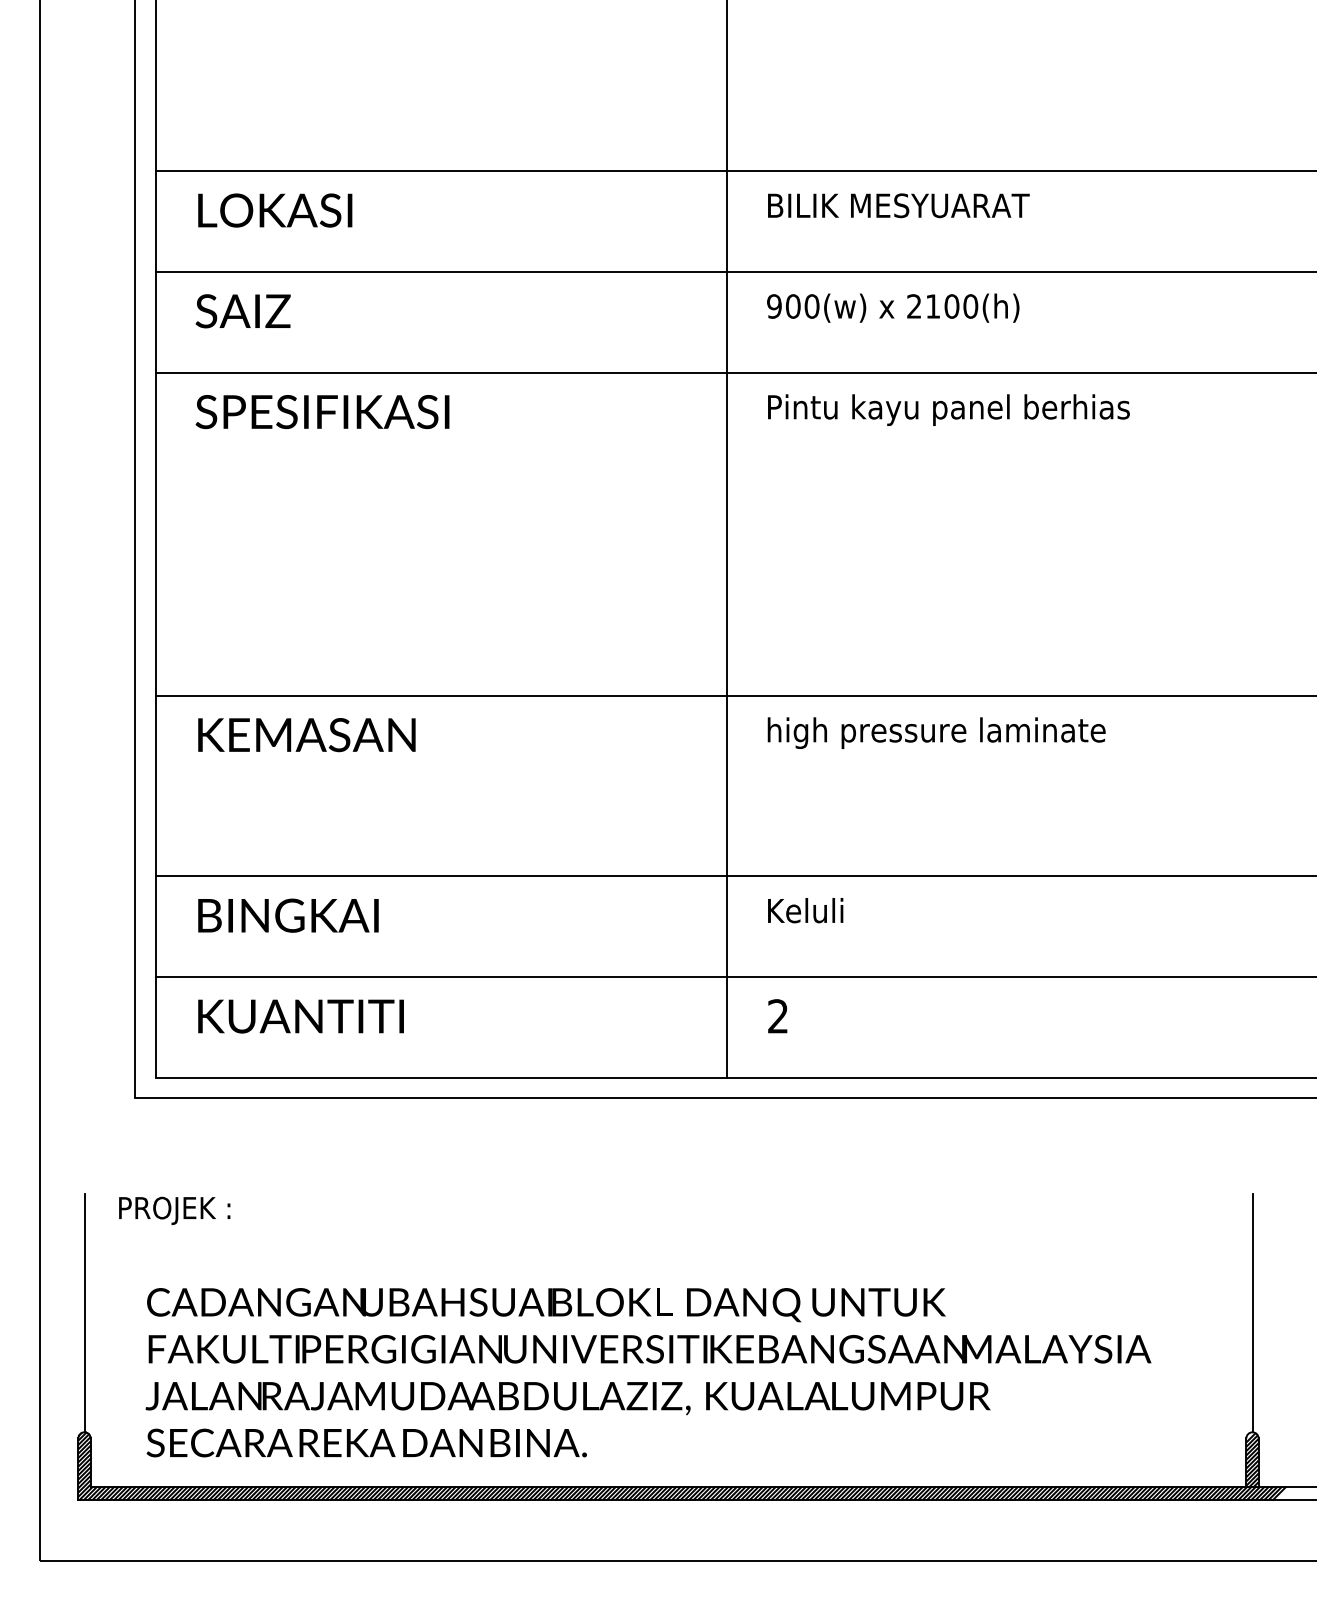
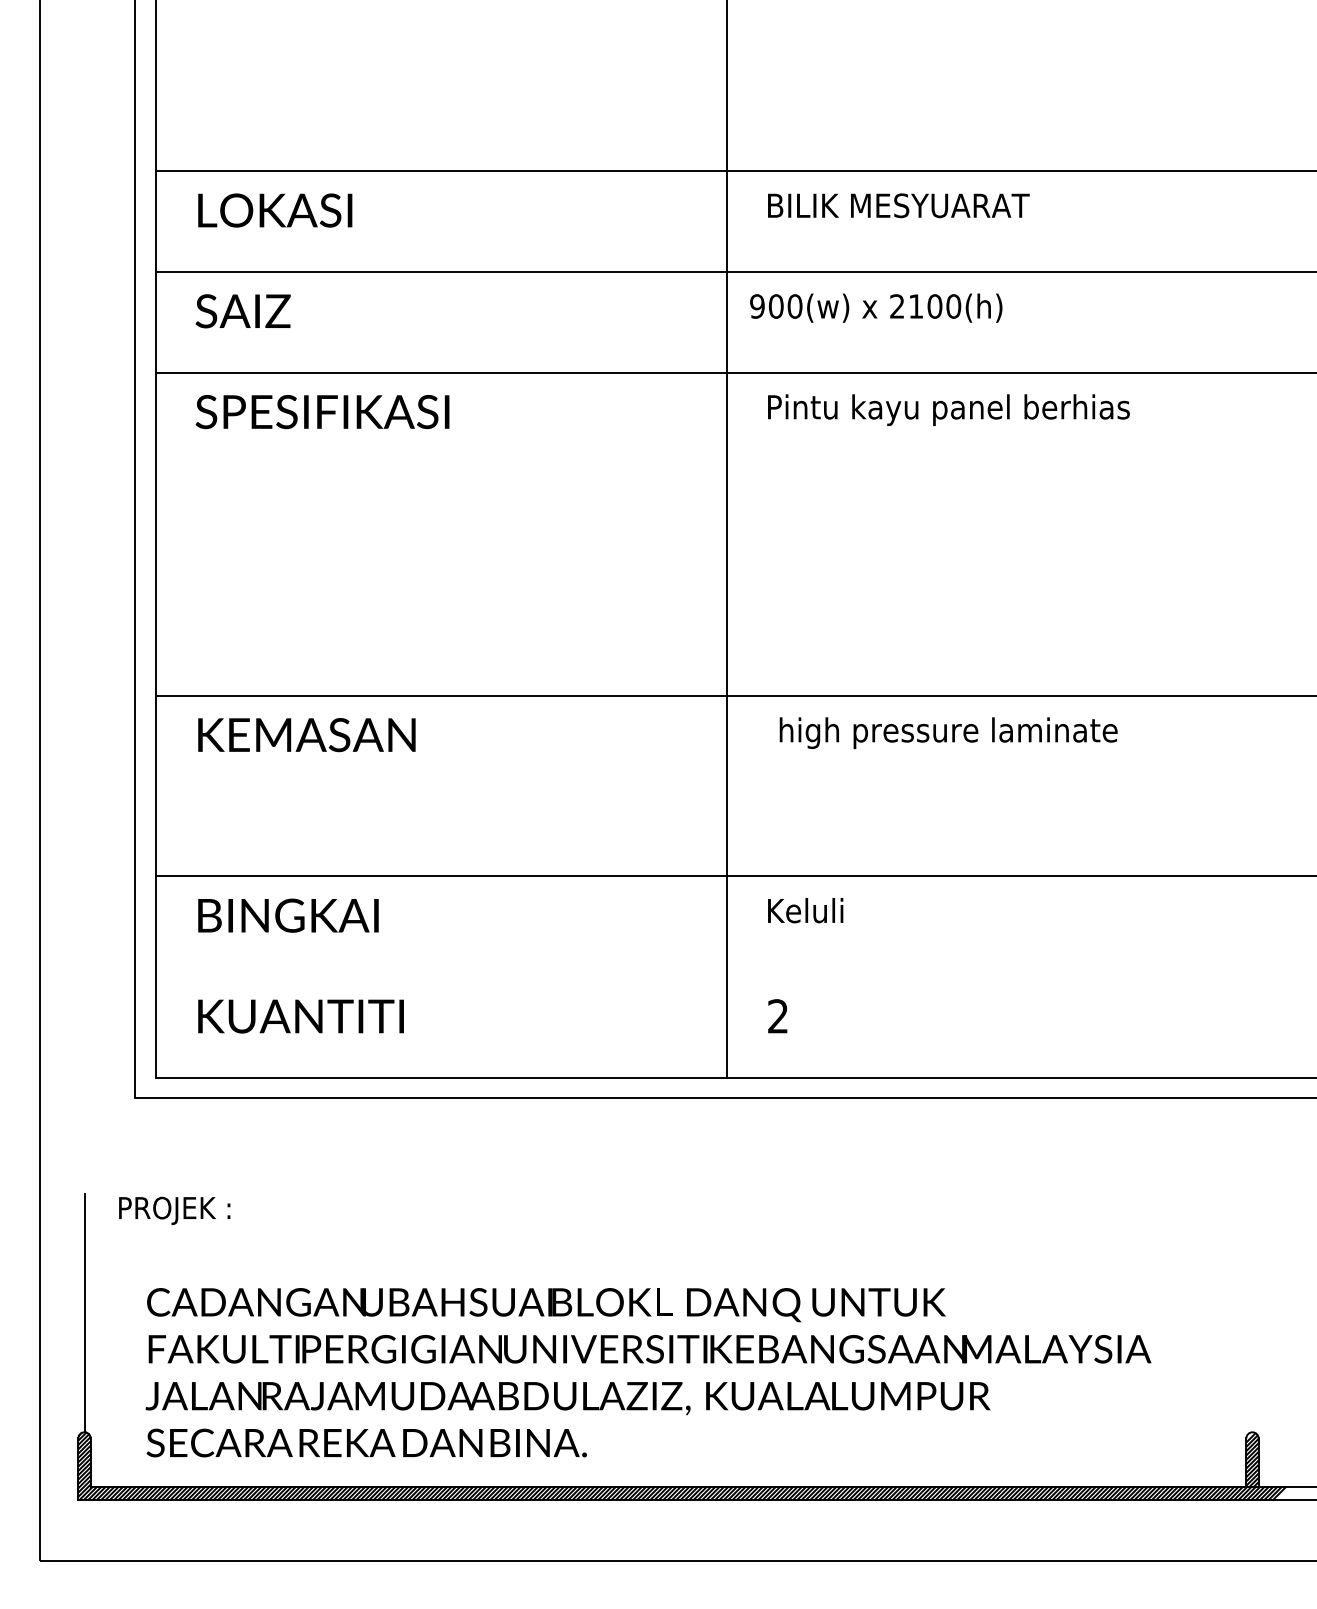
text at (893, 307) position: (893, 307) -> (876, 307)
text at (936, 732) position: (936, 732) -> (948, 732)
line at (734, 977): present -> none
line at (1252, 1312): present -> none
